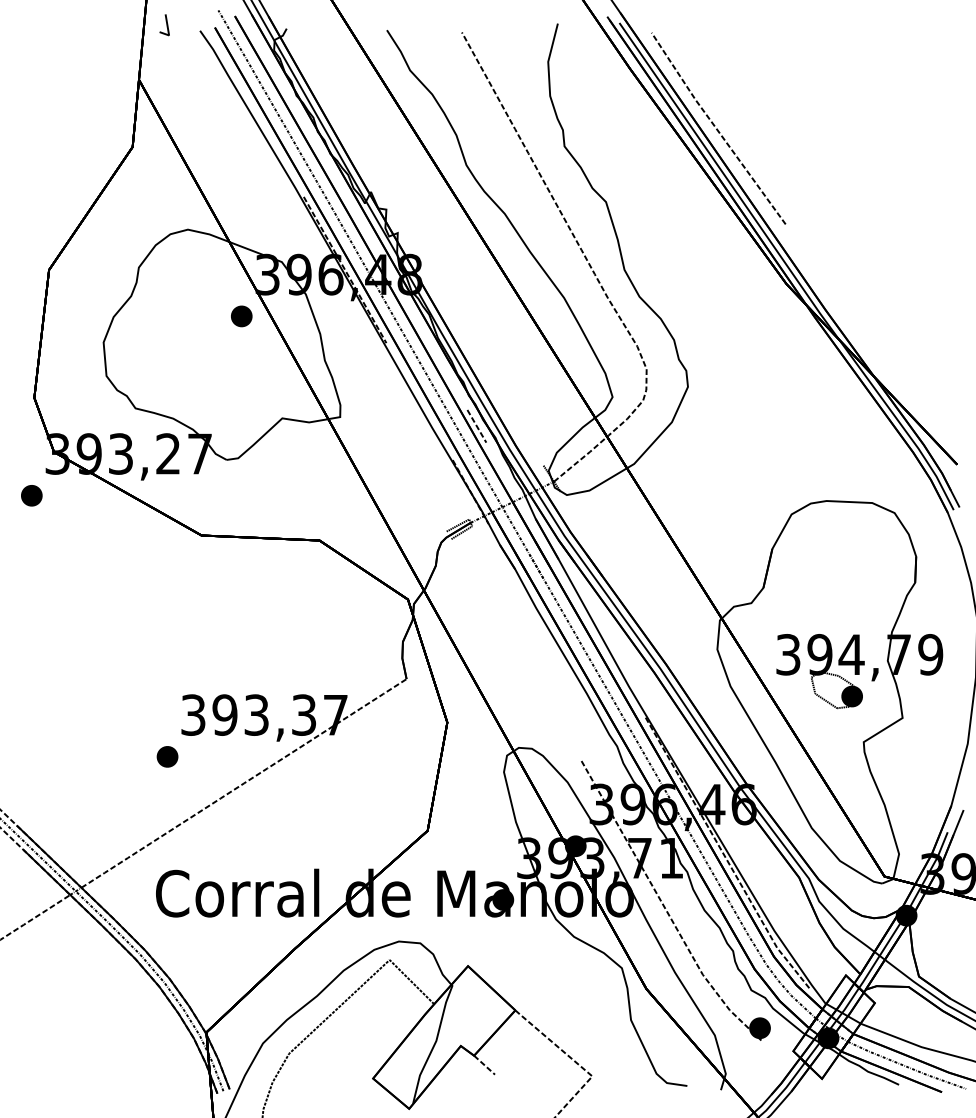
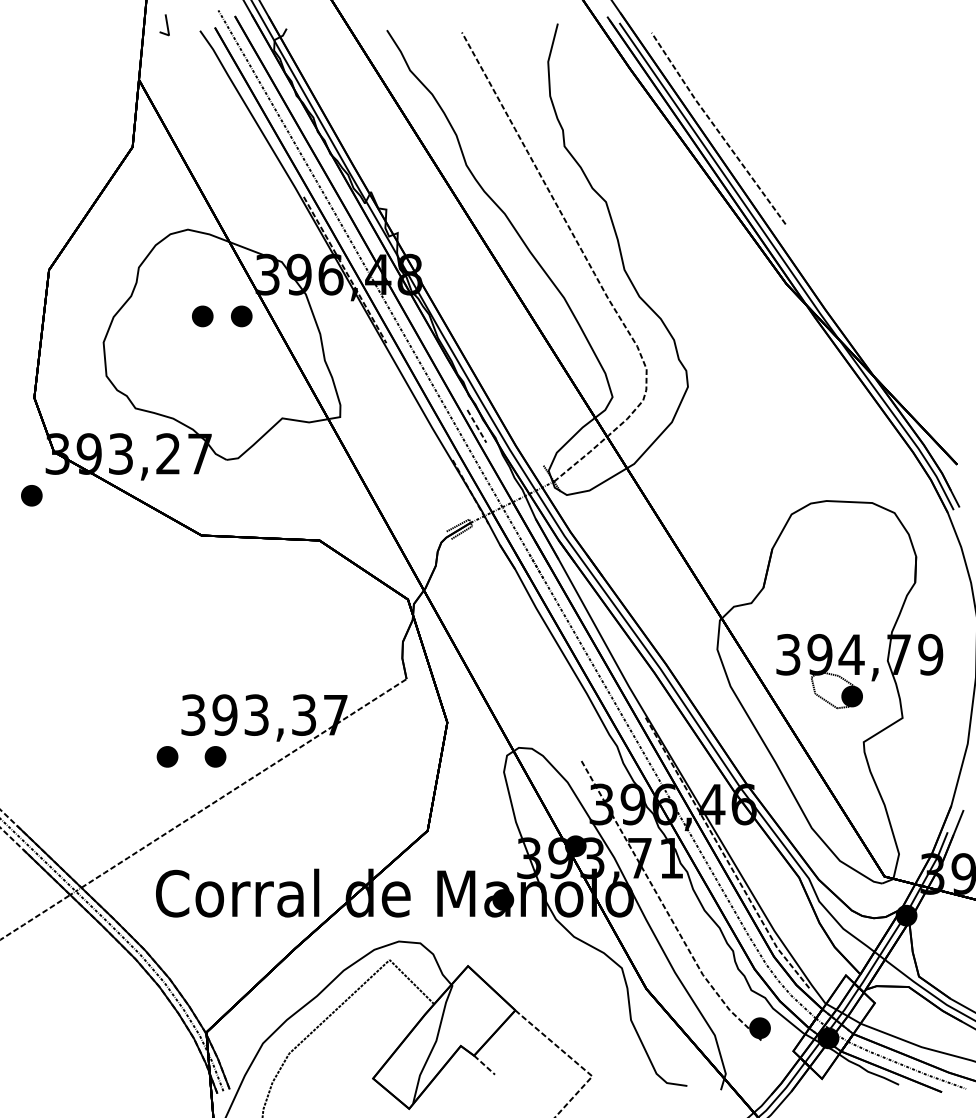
part at (202, 316): none -> present
part at (215, 756): none -> present
